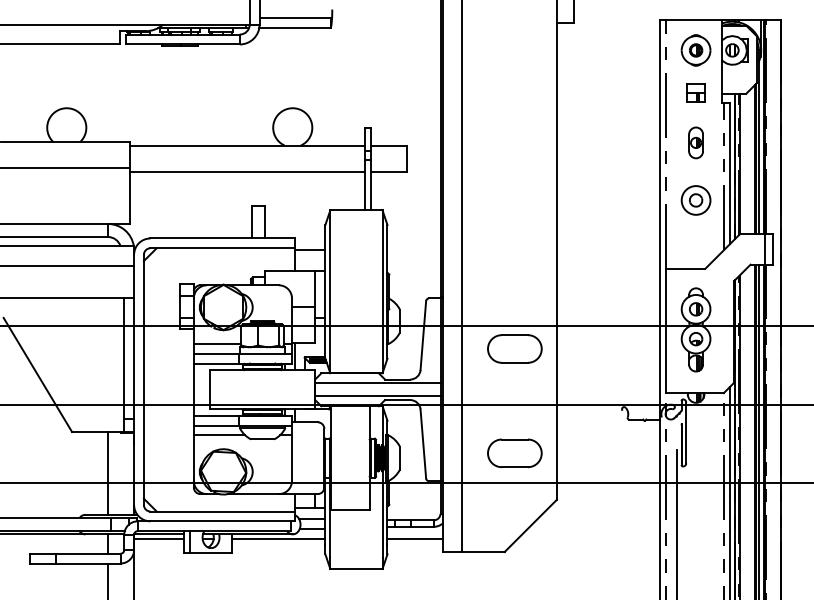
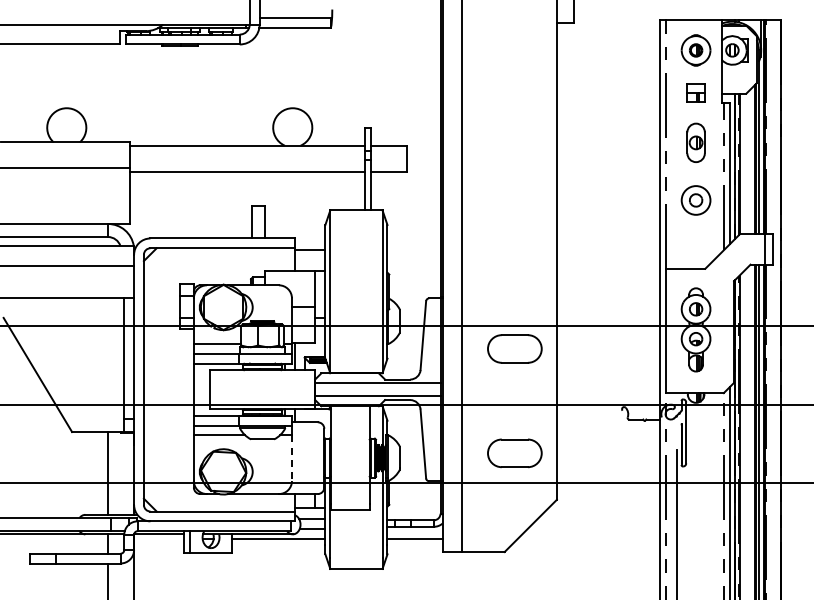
part at (695, 142) size: 16x34 px -> 20x41 px
line at (291, 458): solid -> dashed
line at (159, 538): present -> none
